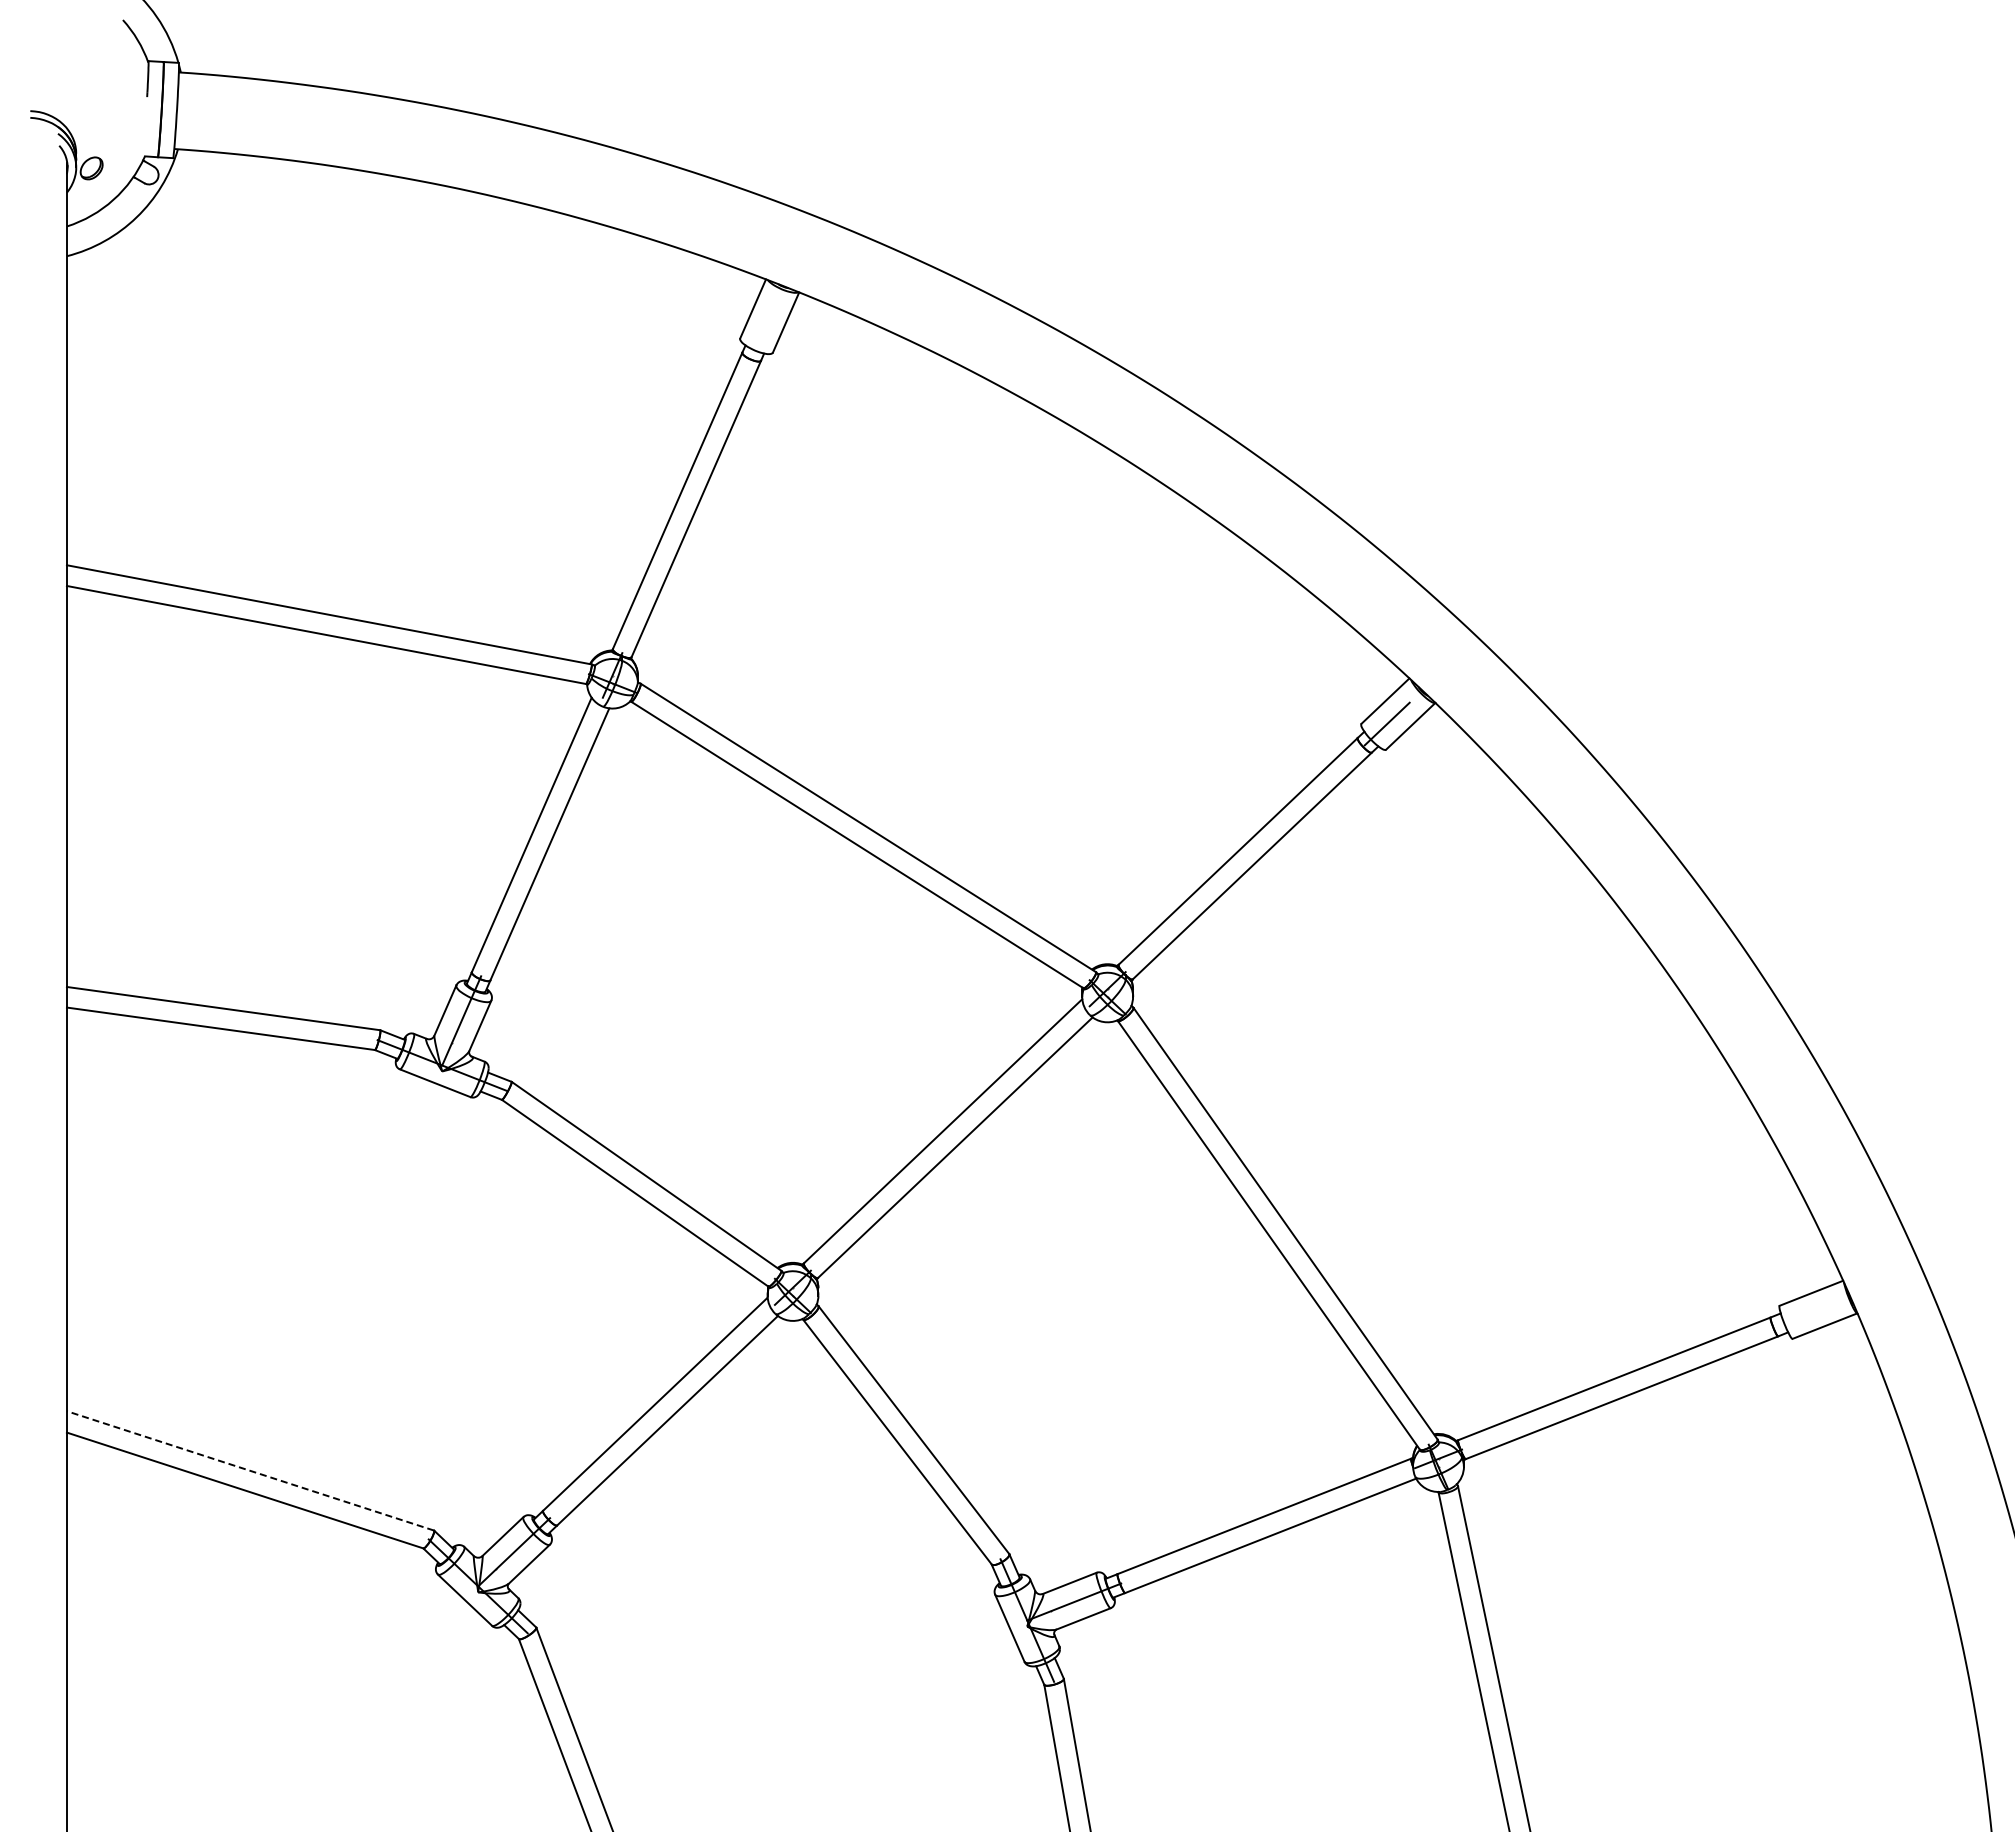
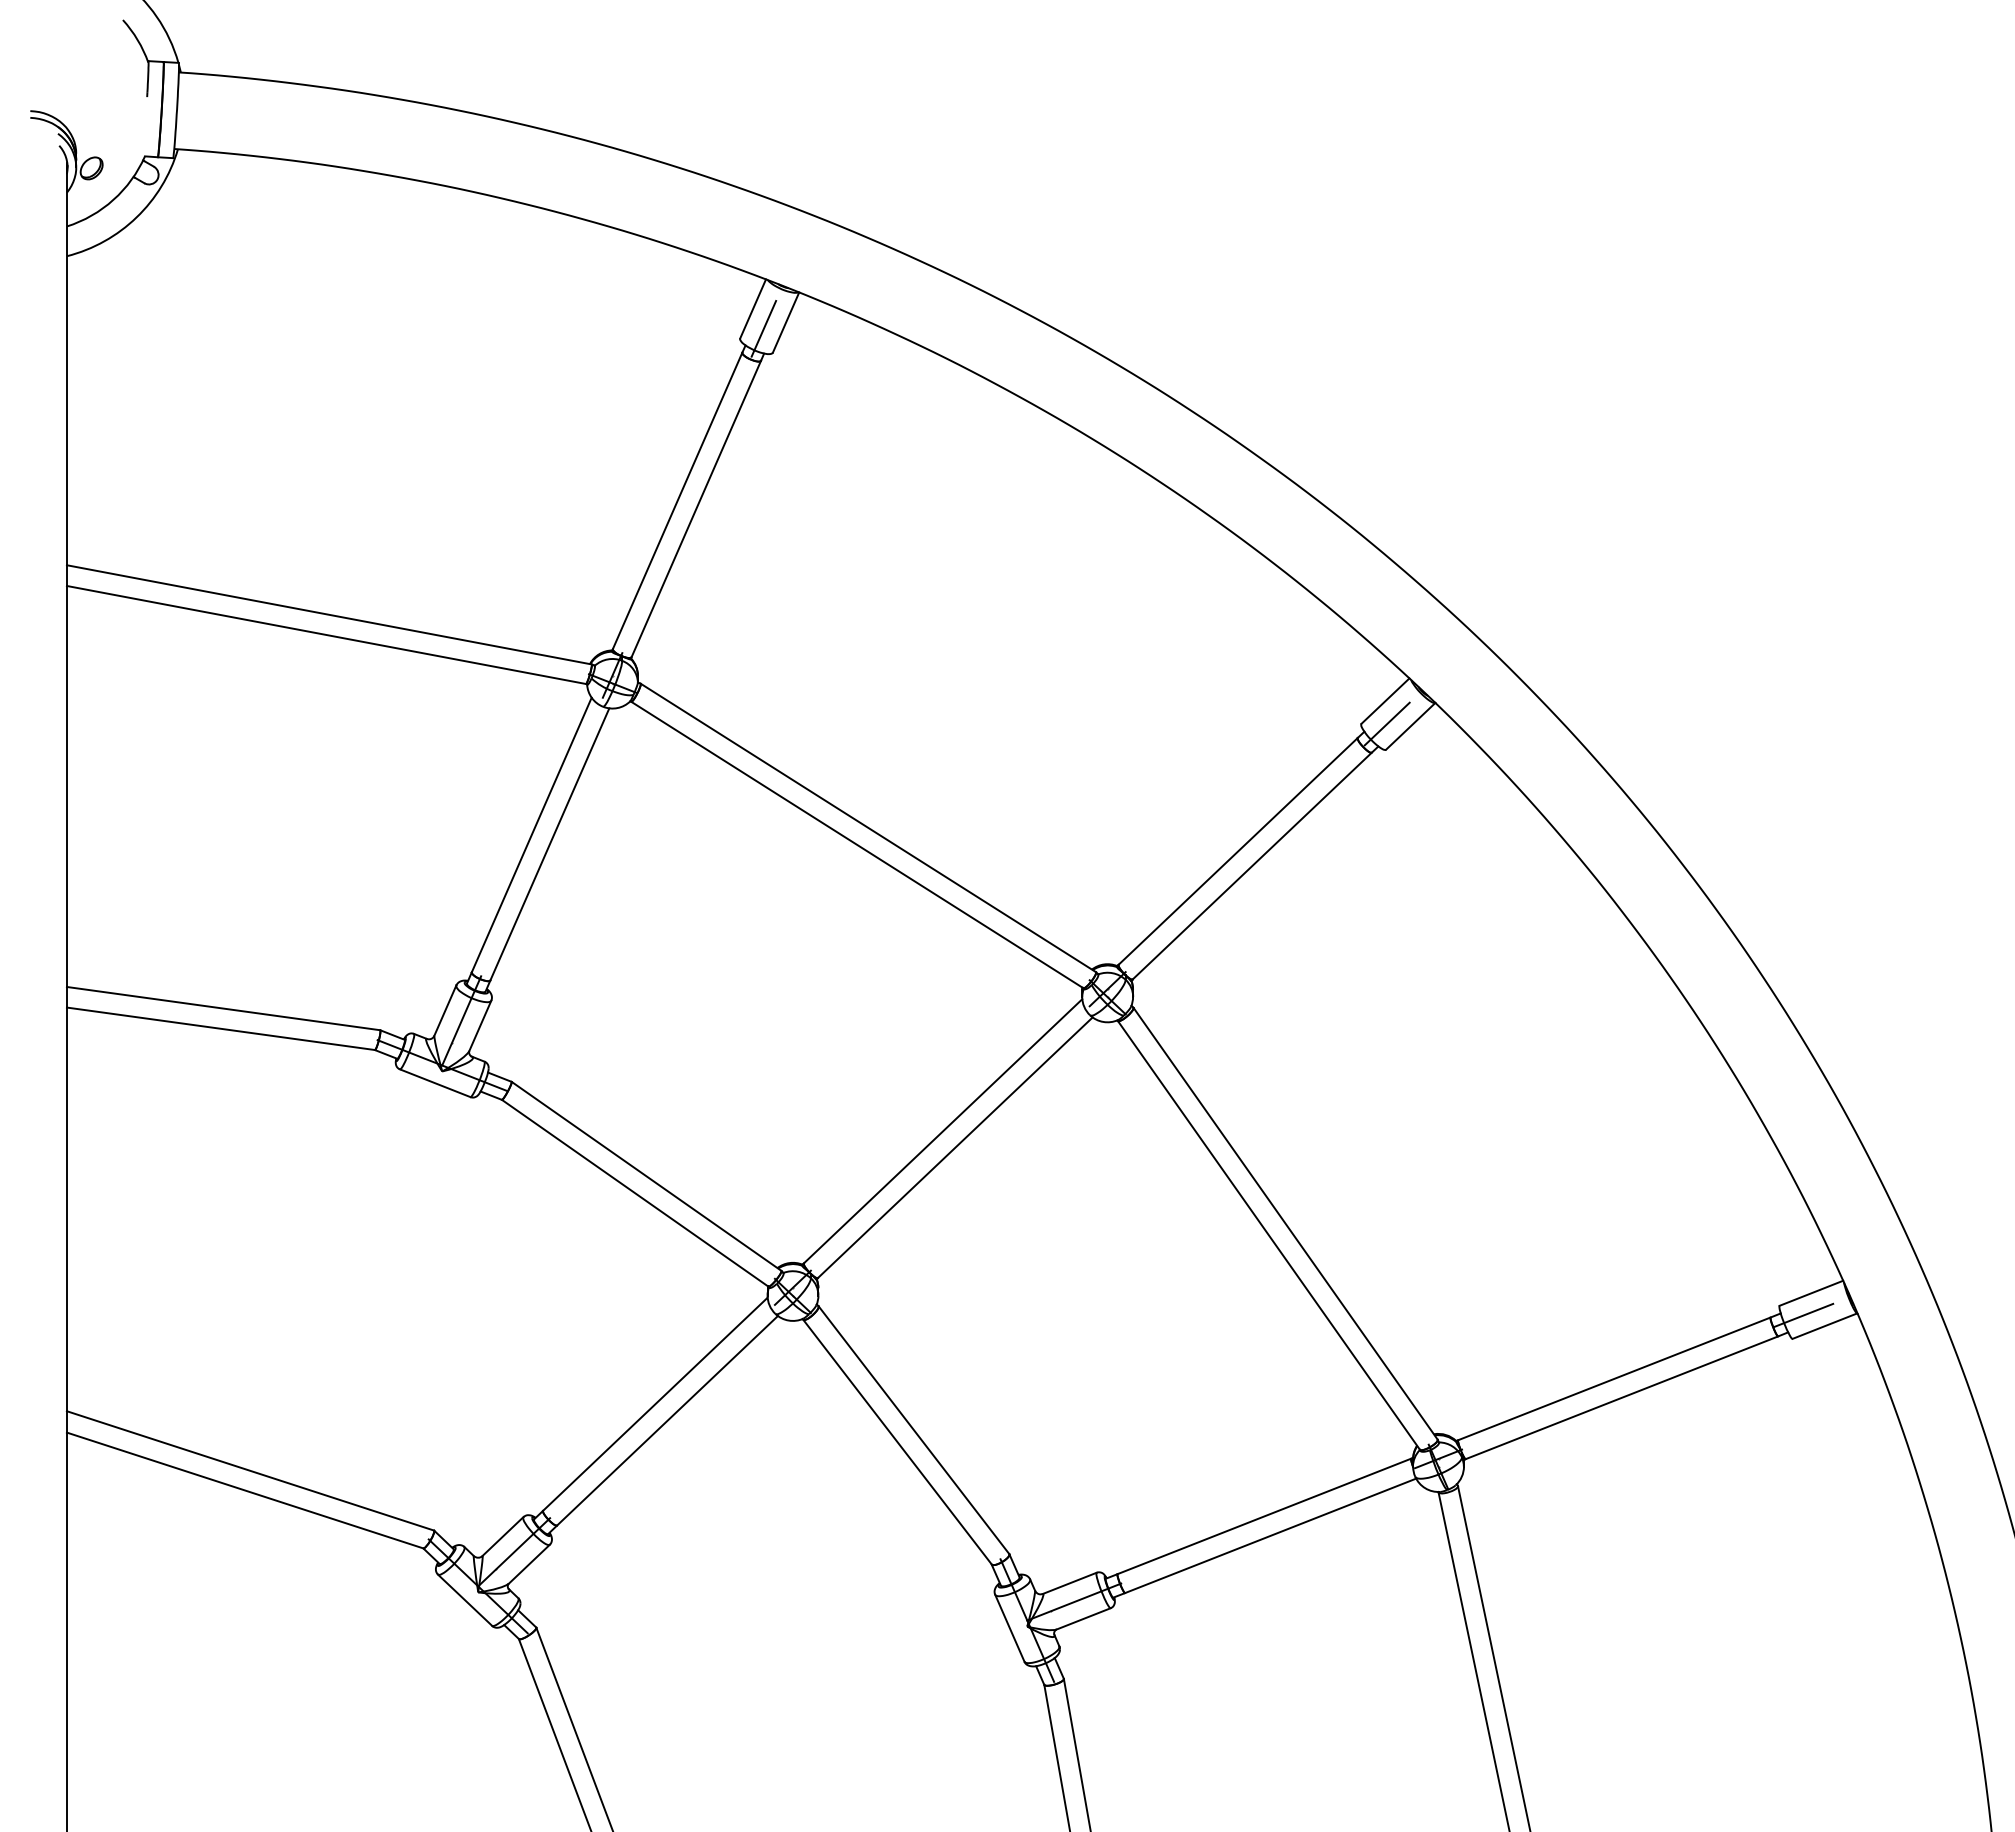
line at (763, 328): none -> present
line at (1803, 1314): none -> present
line at (250, 1470): dashed -> solid
